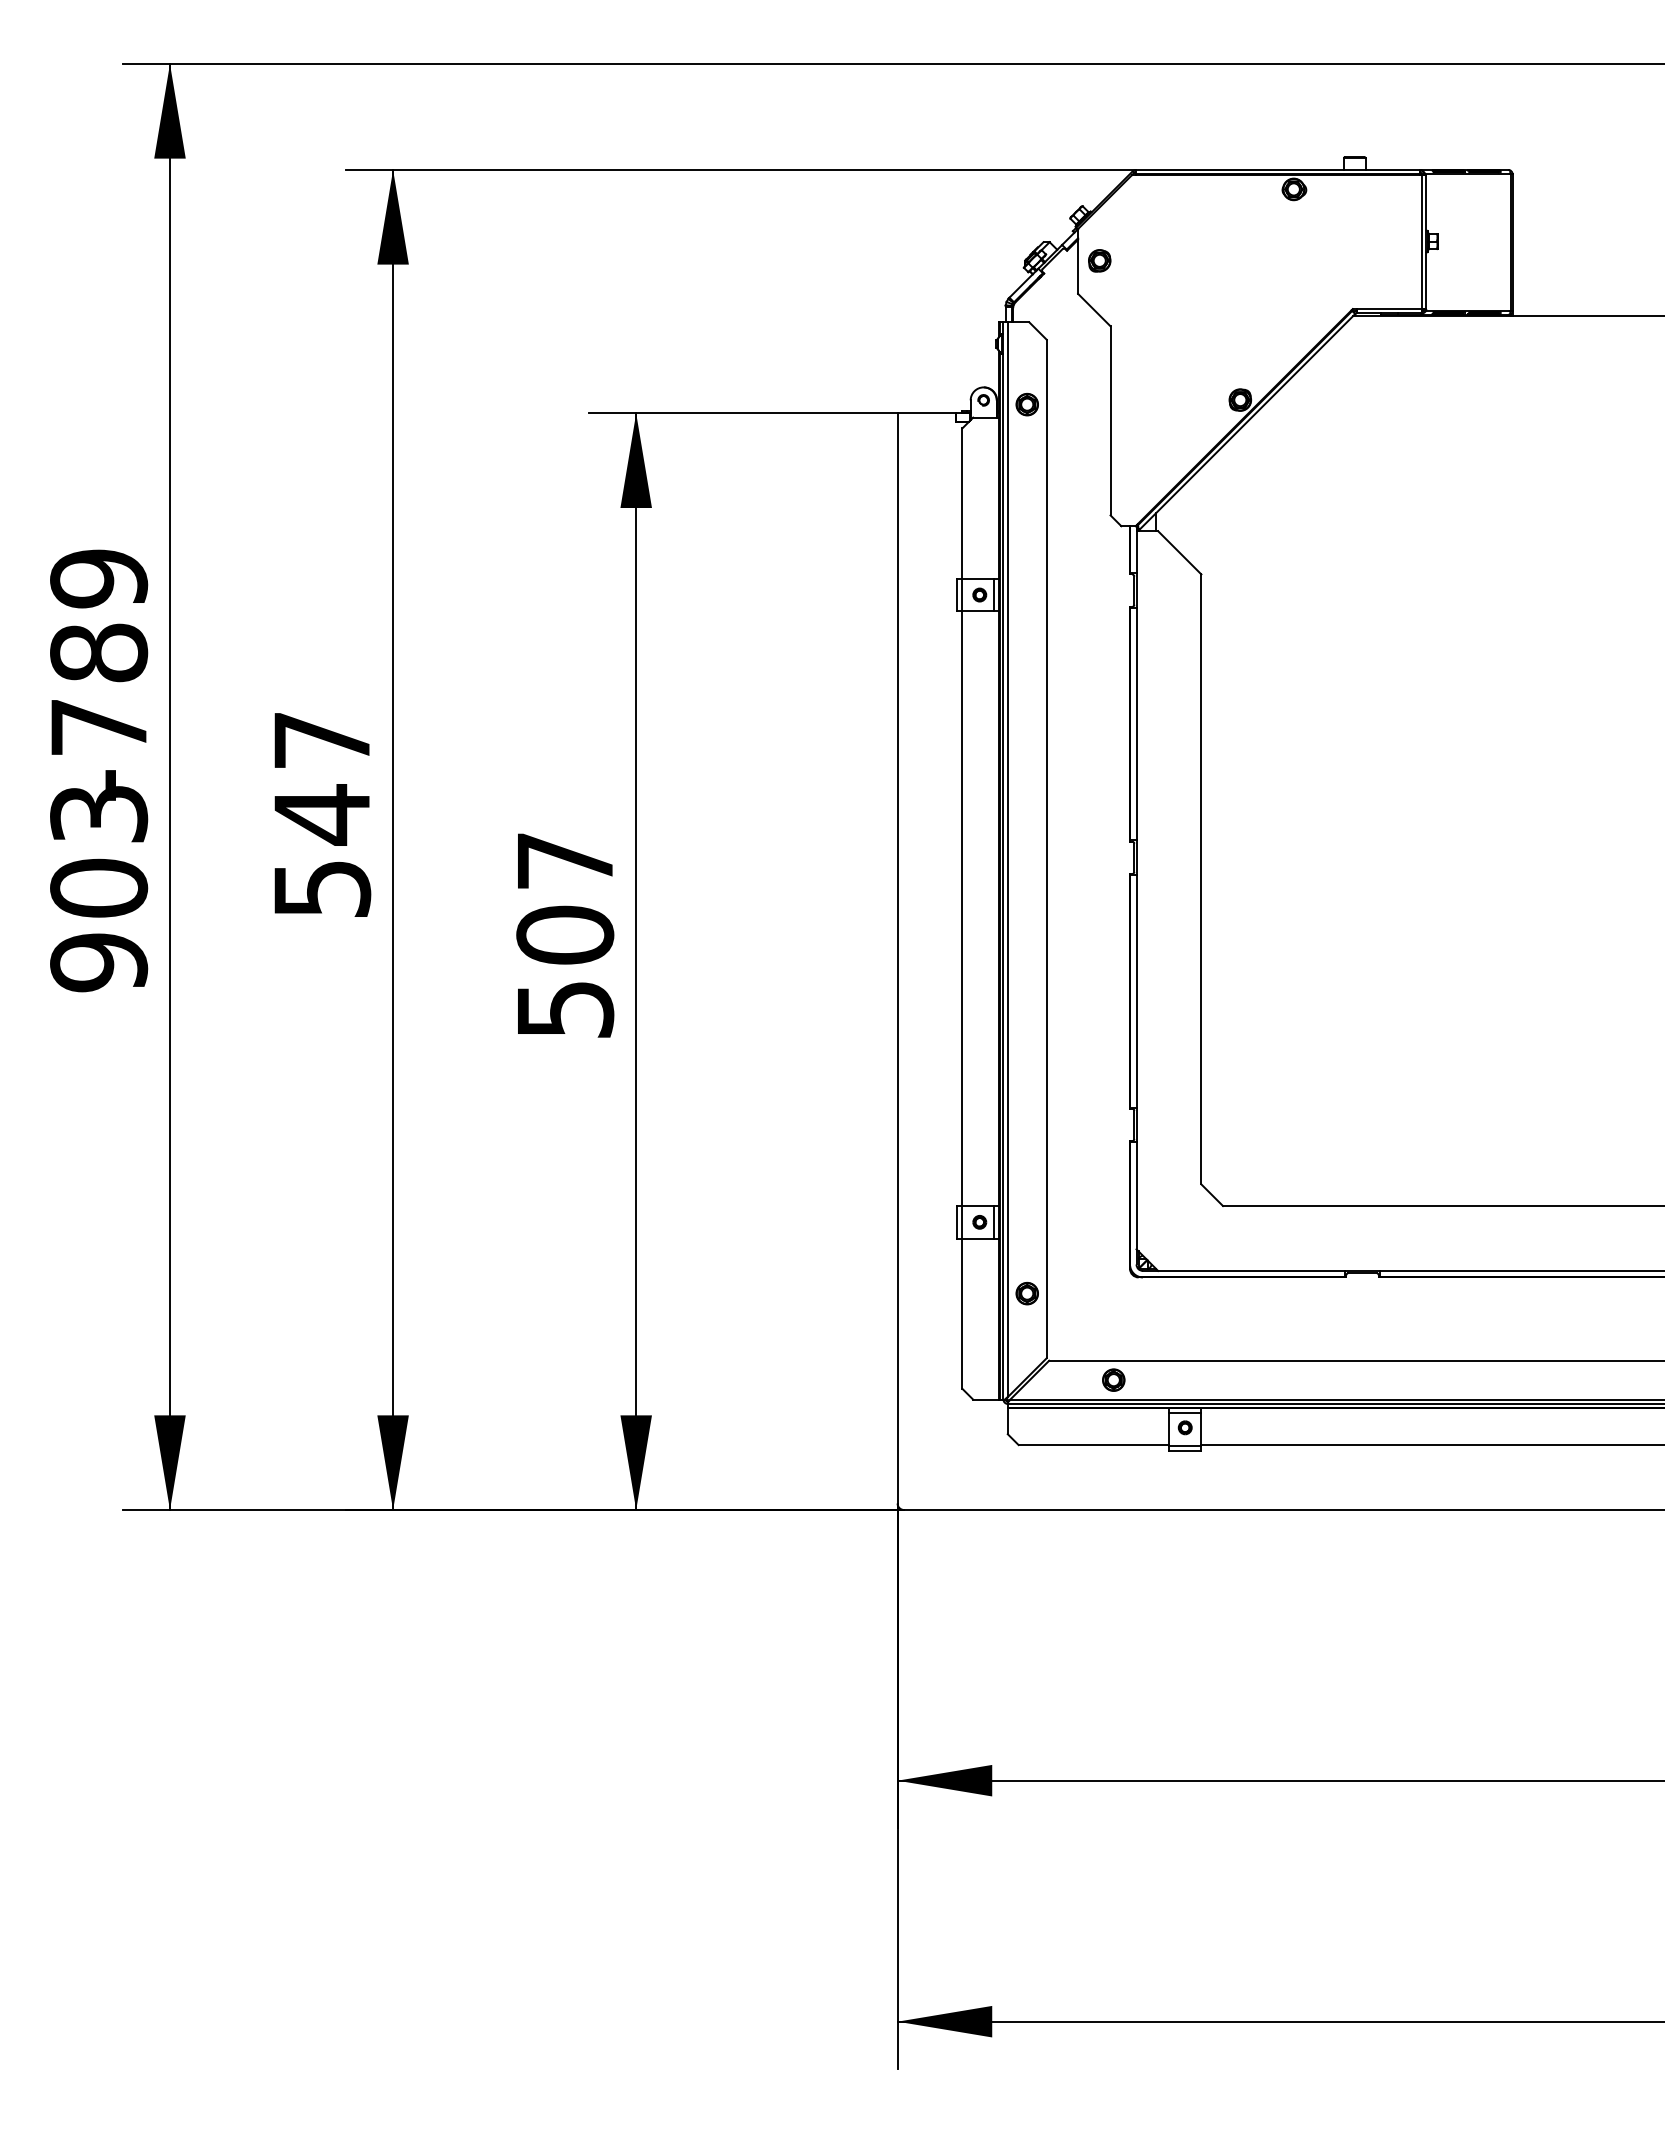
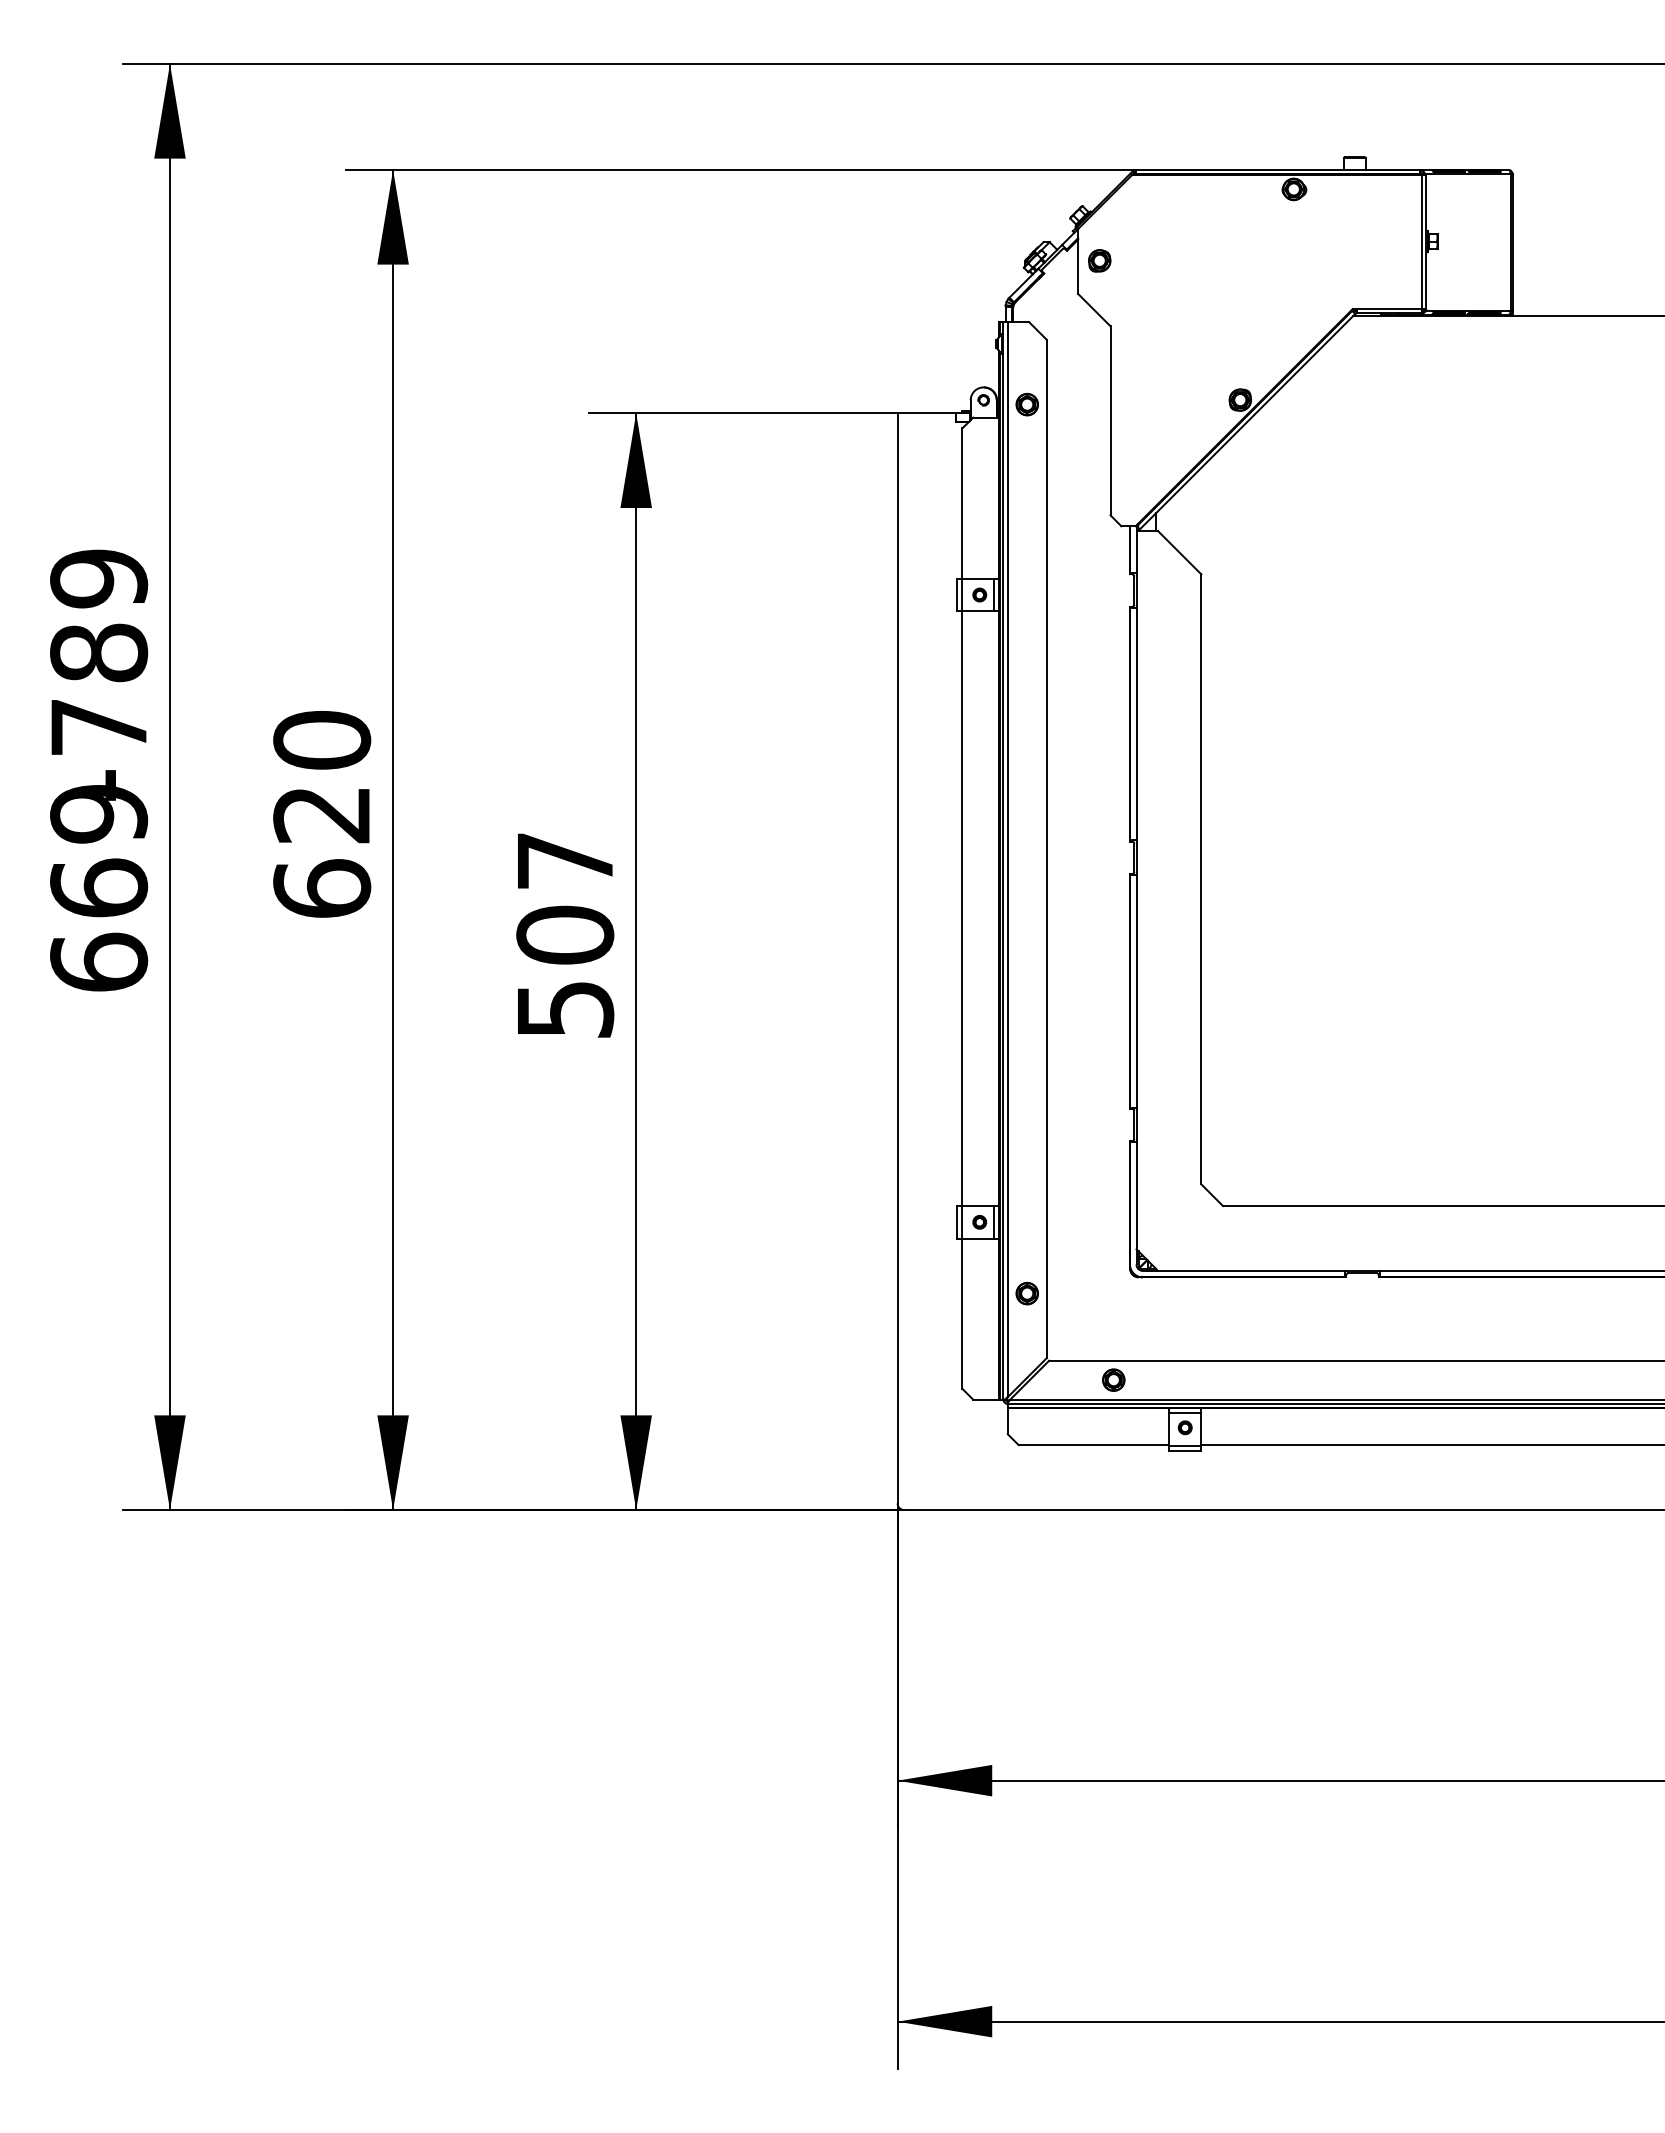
text at (322, 814): 547 -> 620
text at (99, 888): 903 -> 669
